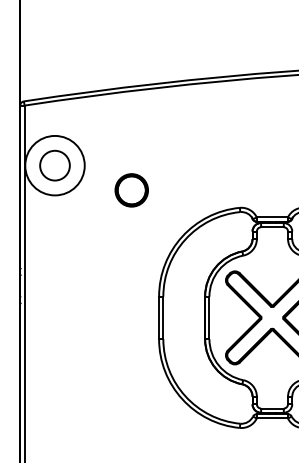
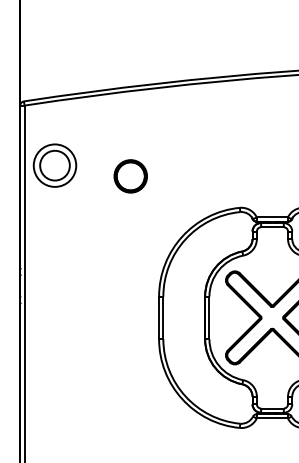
circle at (54, 165) diameter: 59 px -> 42 px
part at (131, 190) position: (131, 190) -> (130, 176)
